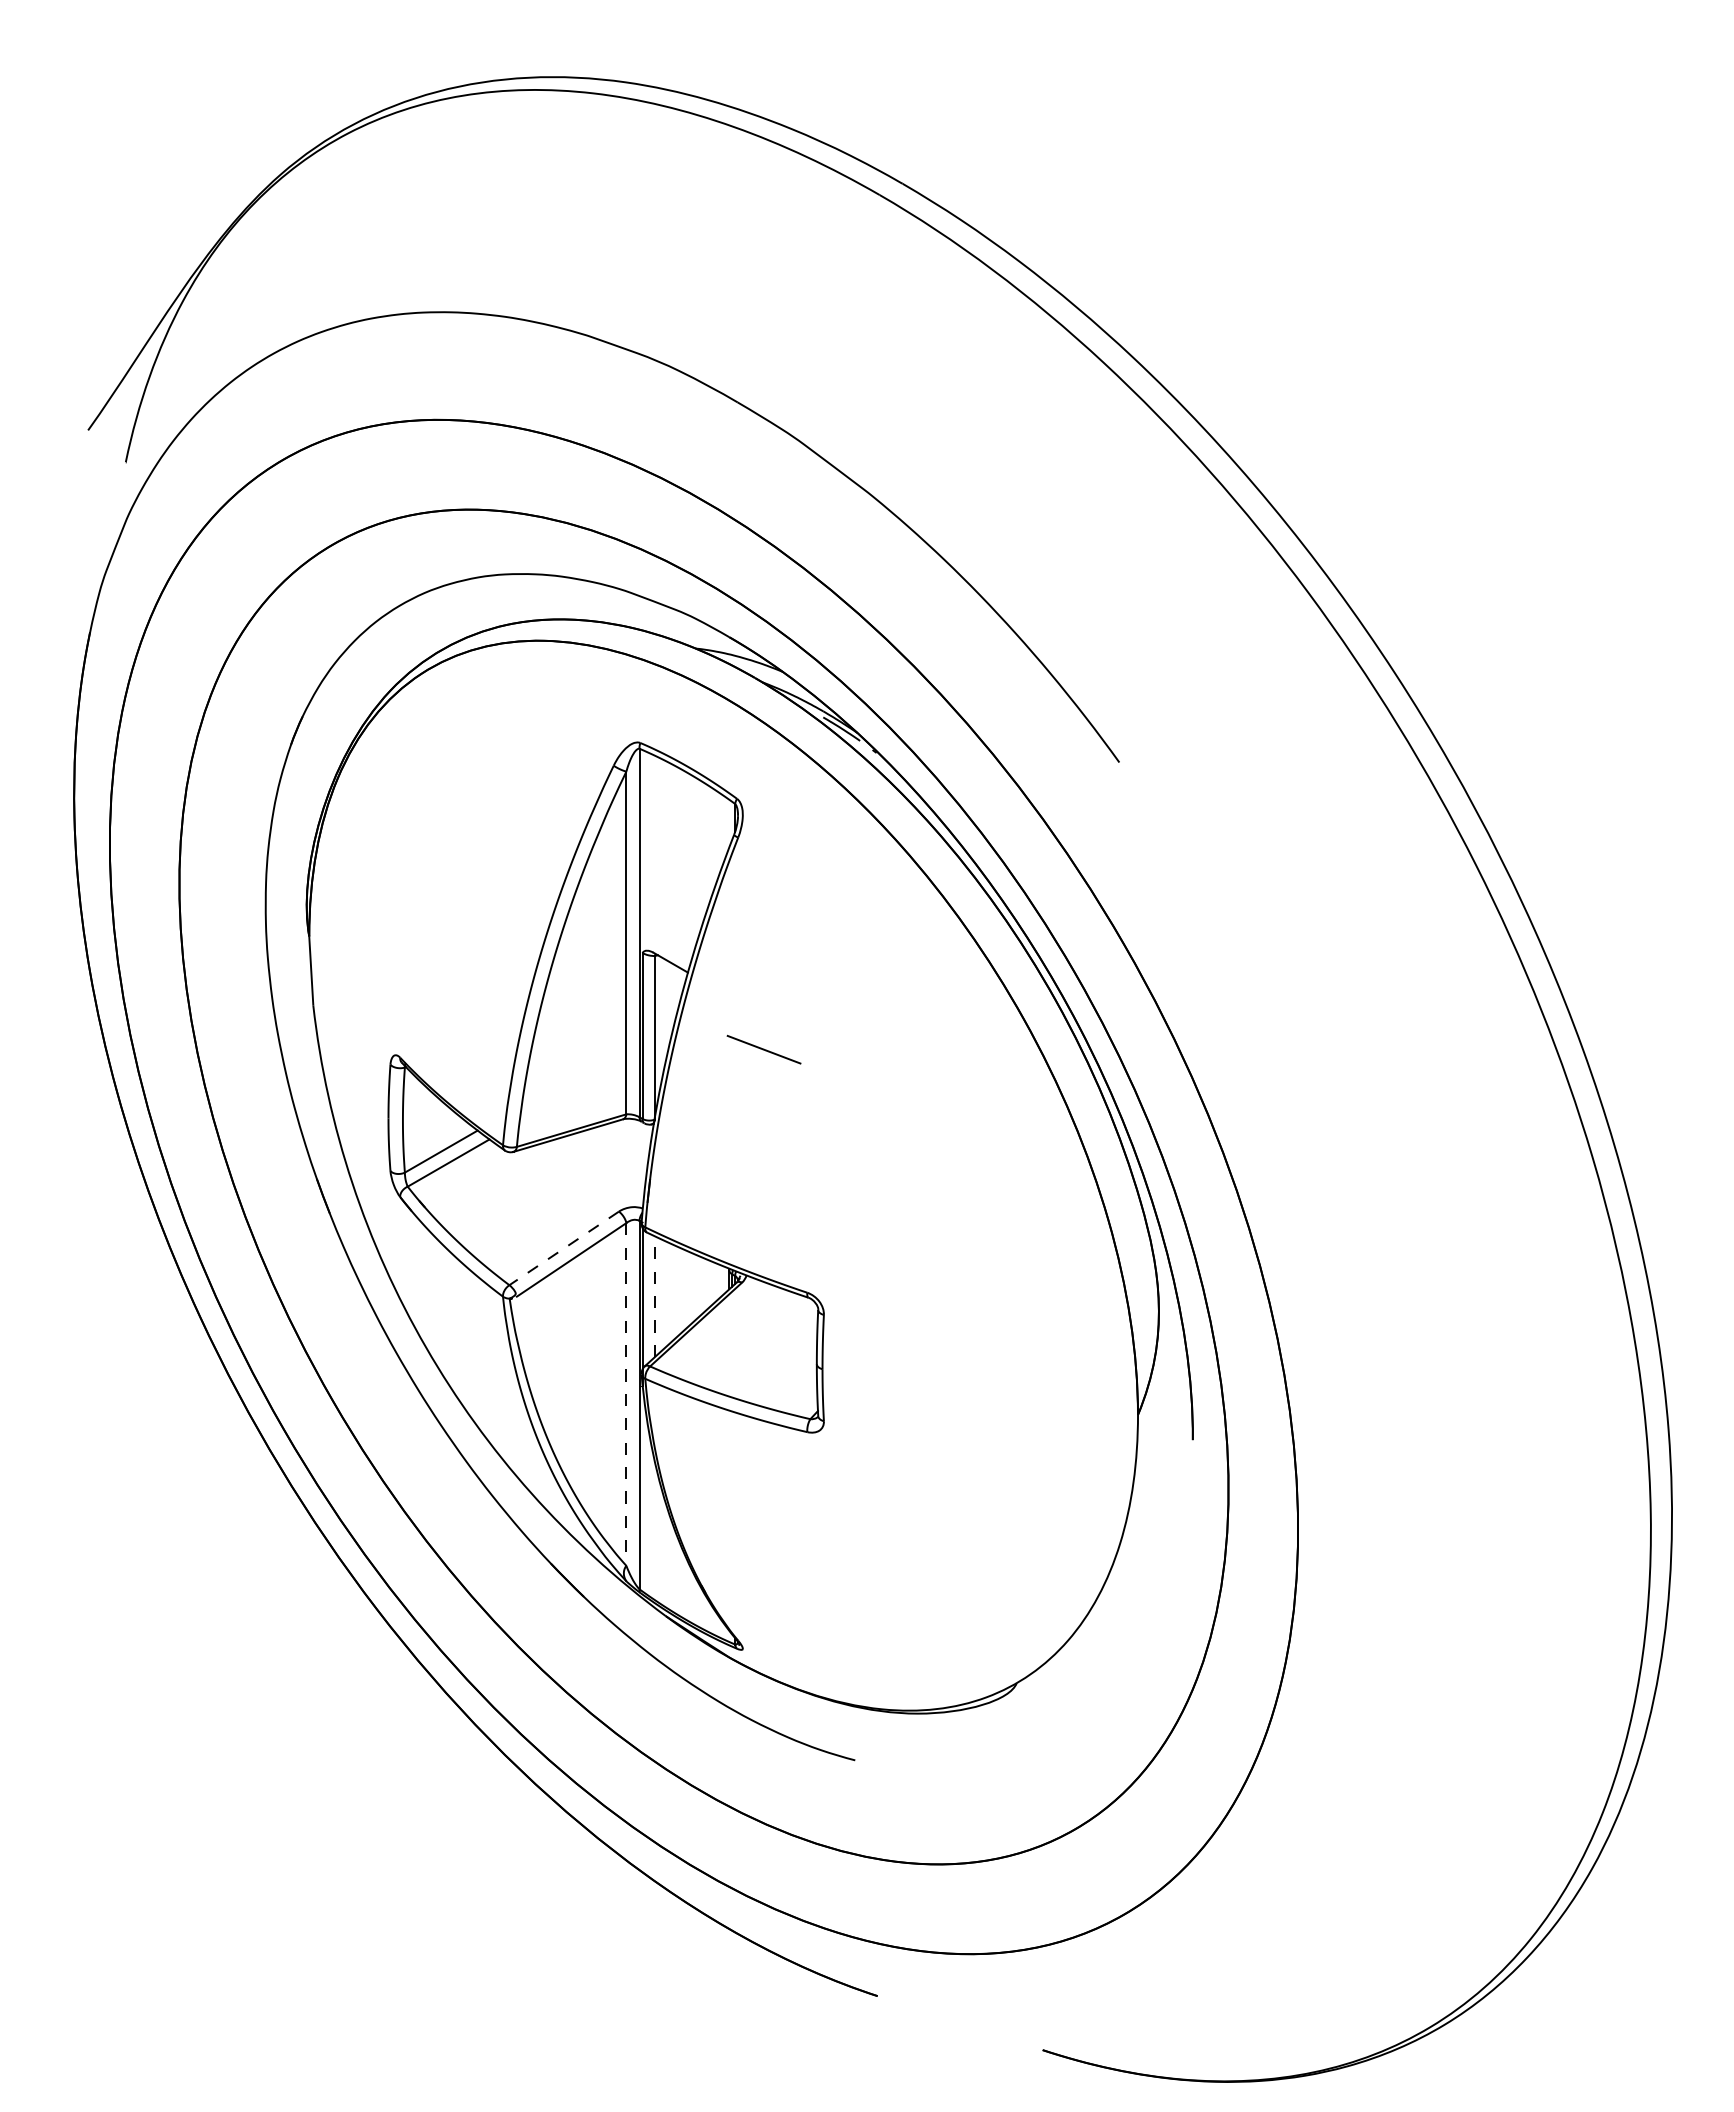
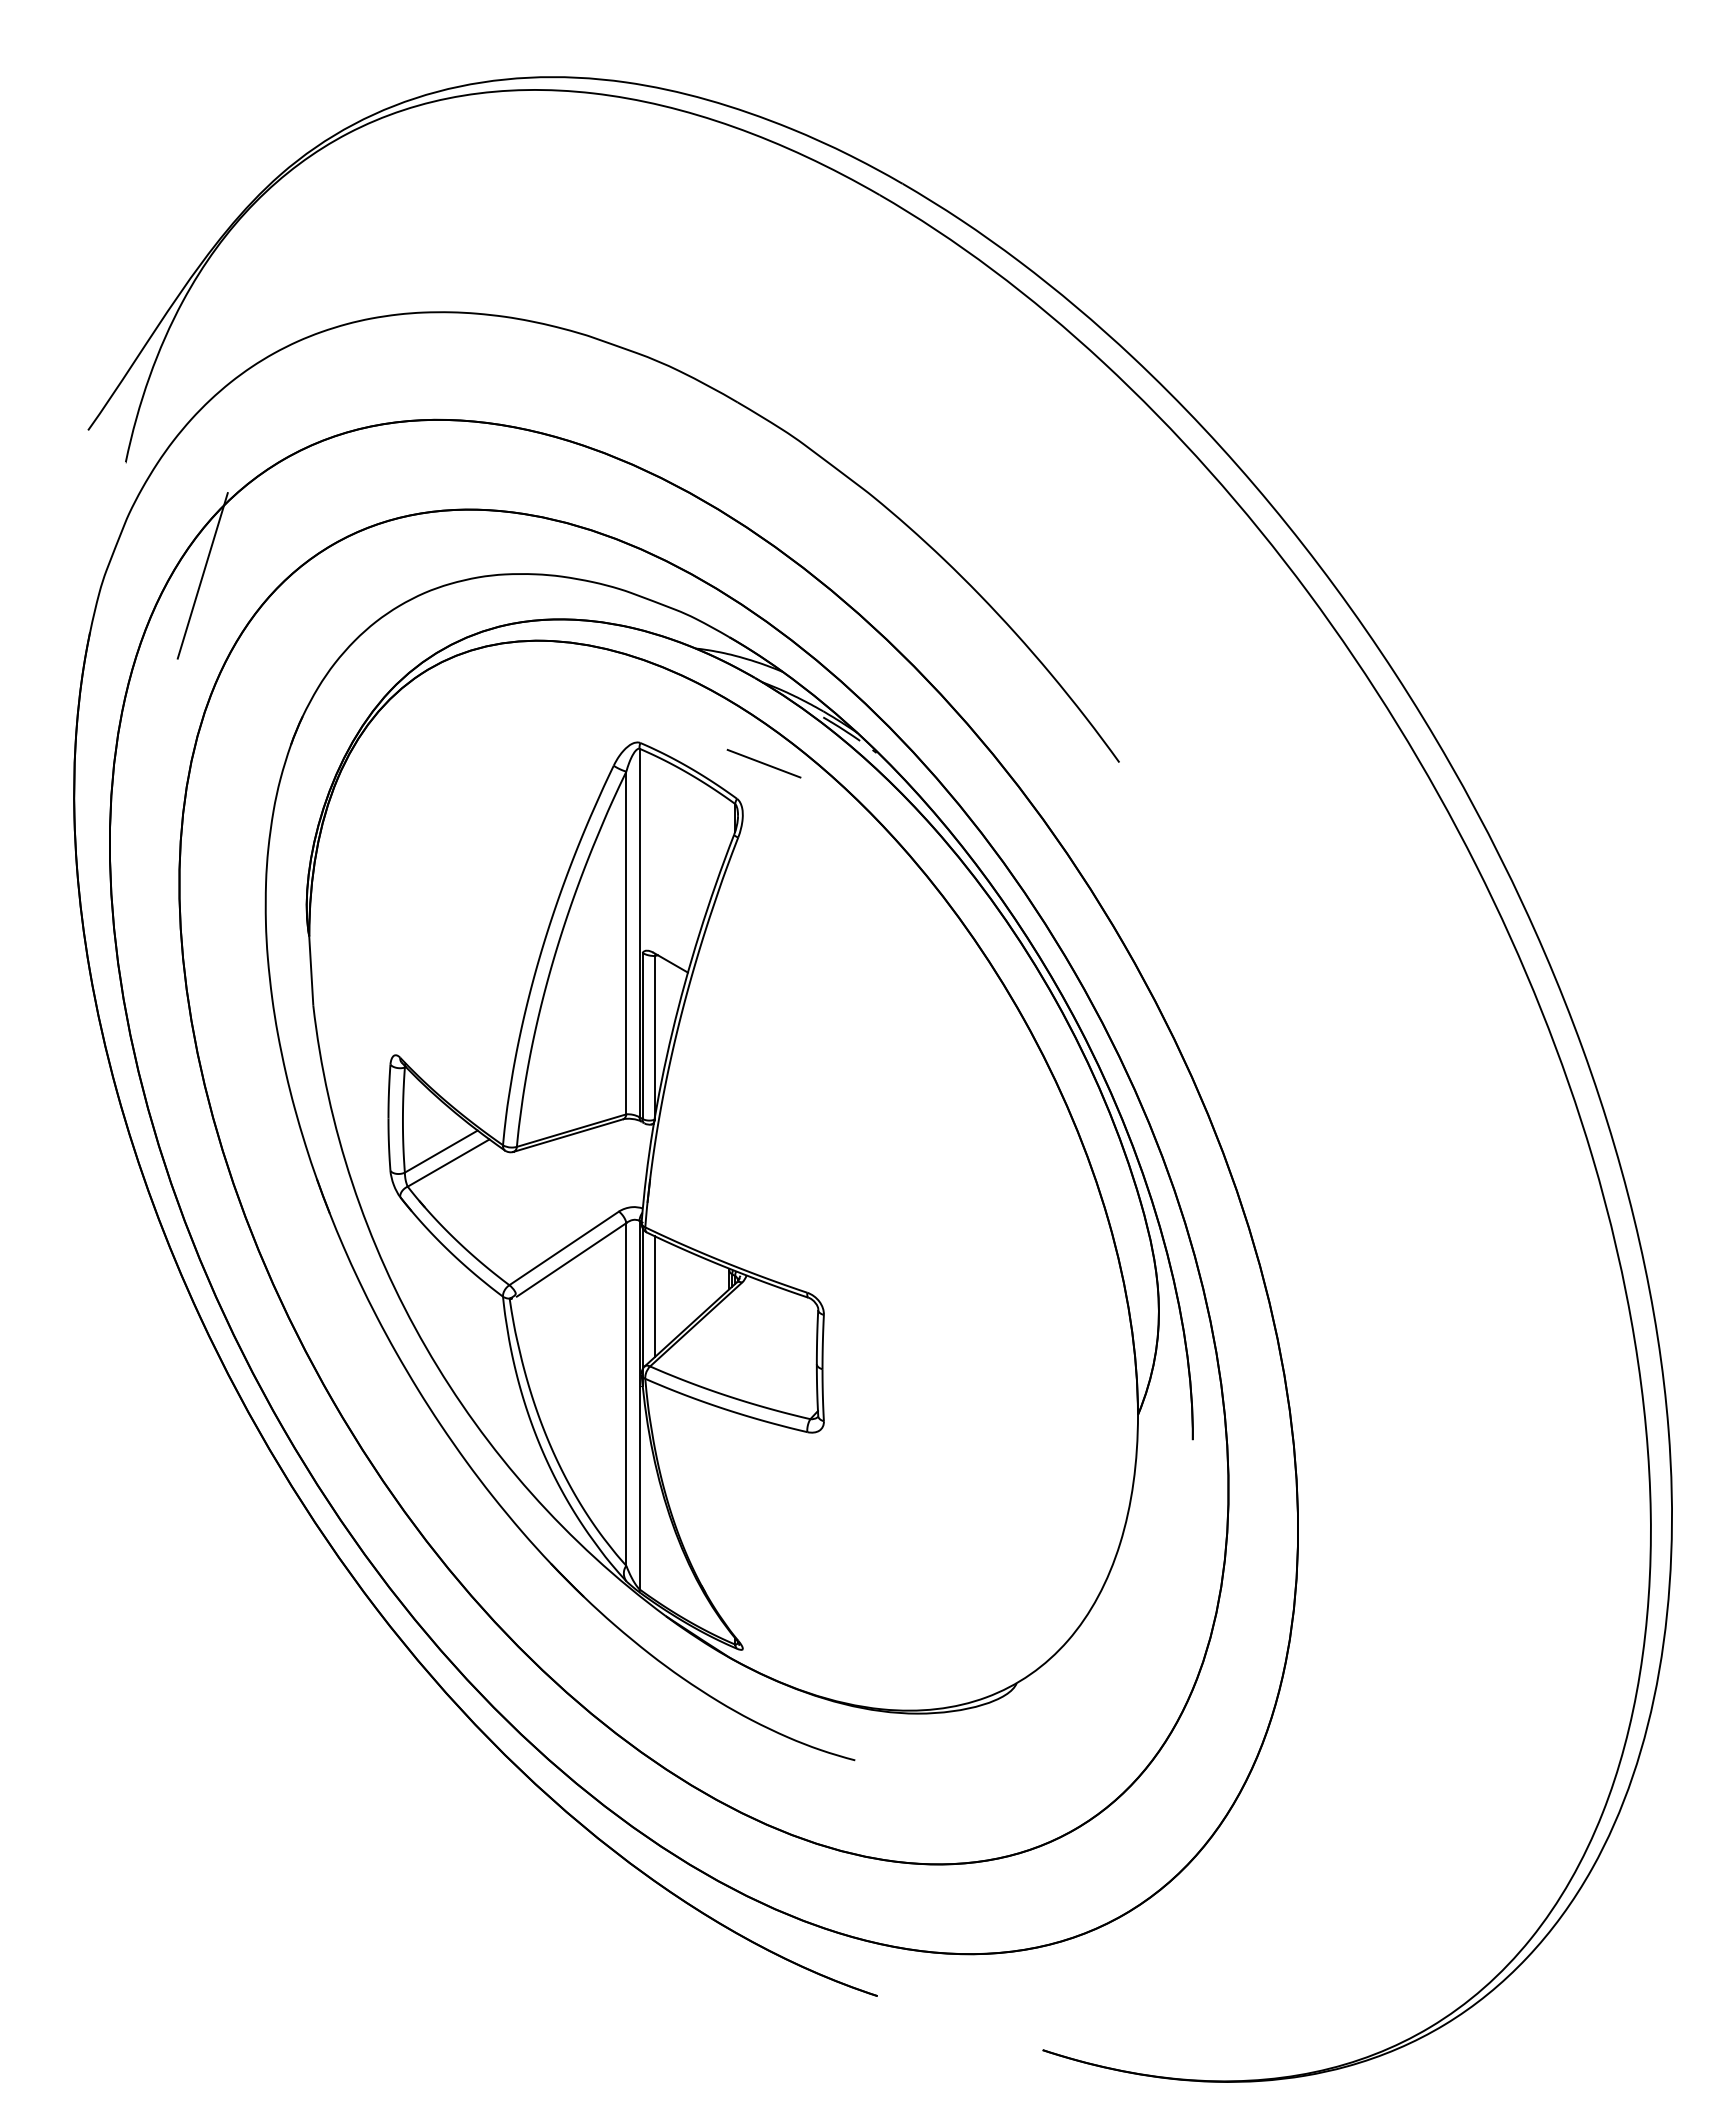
line at (202, 575): none -> present
line at (763, 1049) position: (763, 1049) -> (763, 763)
line at (564, 1248): dashed -> solid
line at (655, 1296): dashed -> solid
line at (626, 1394): dashed -> solid
